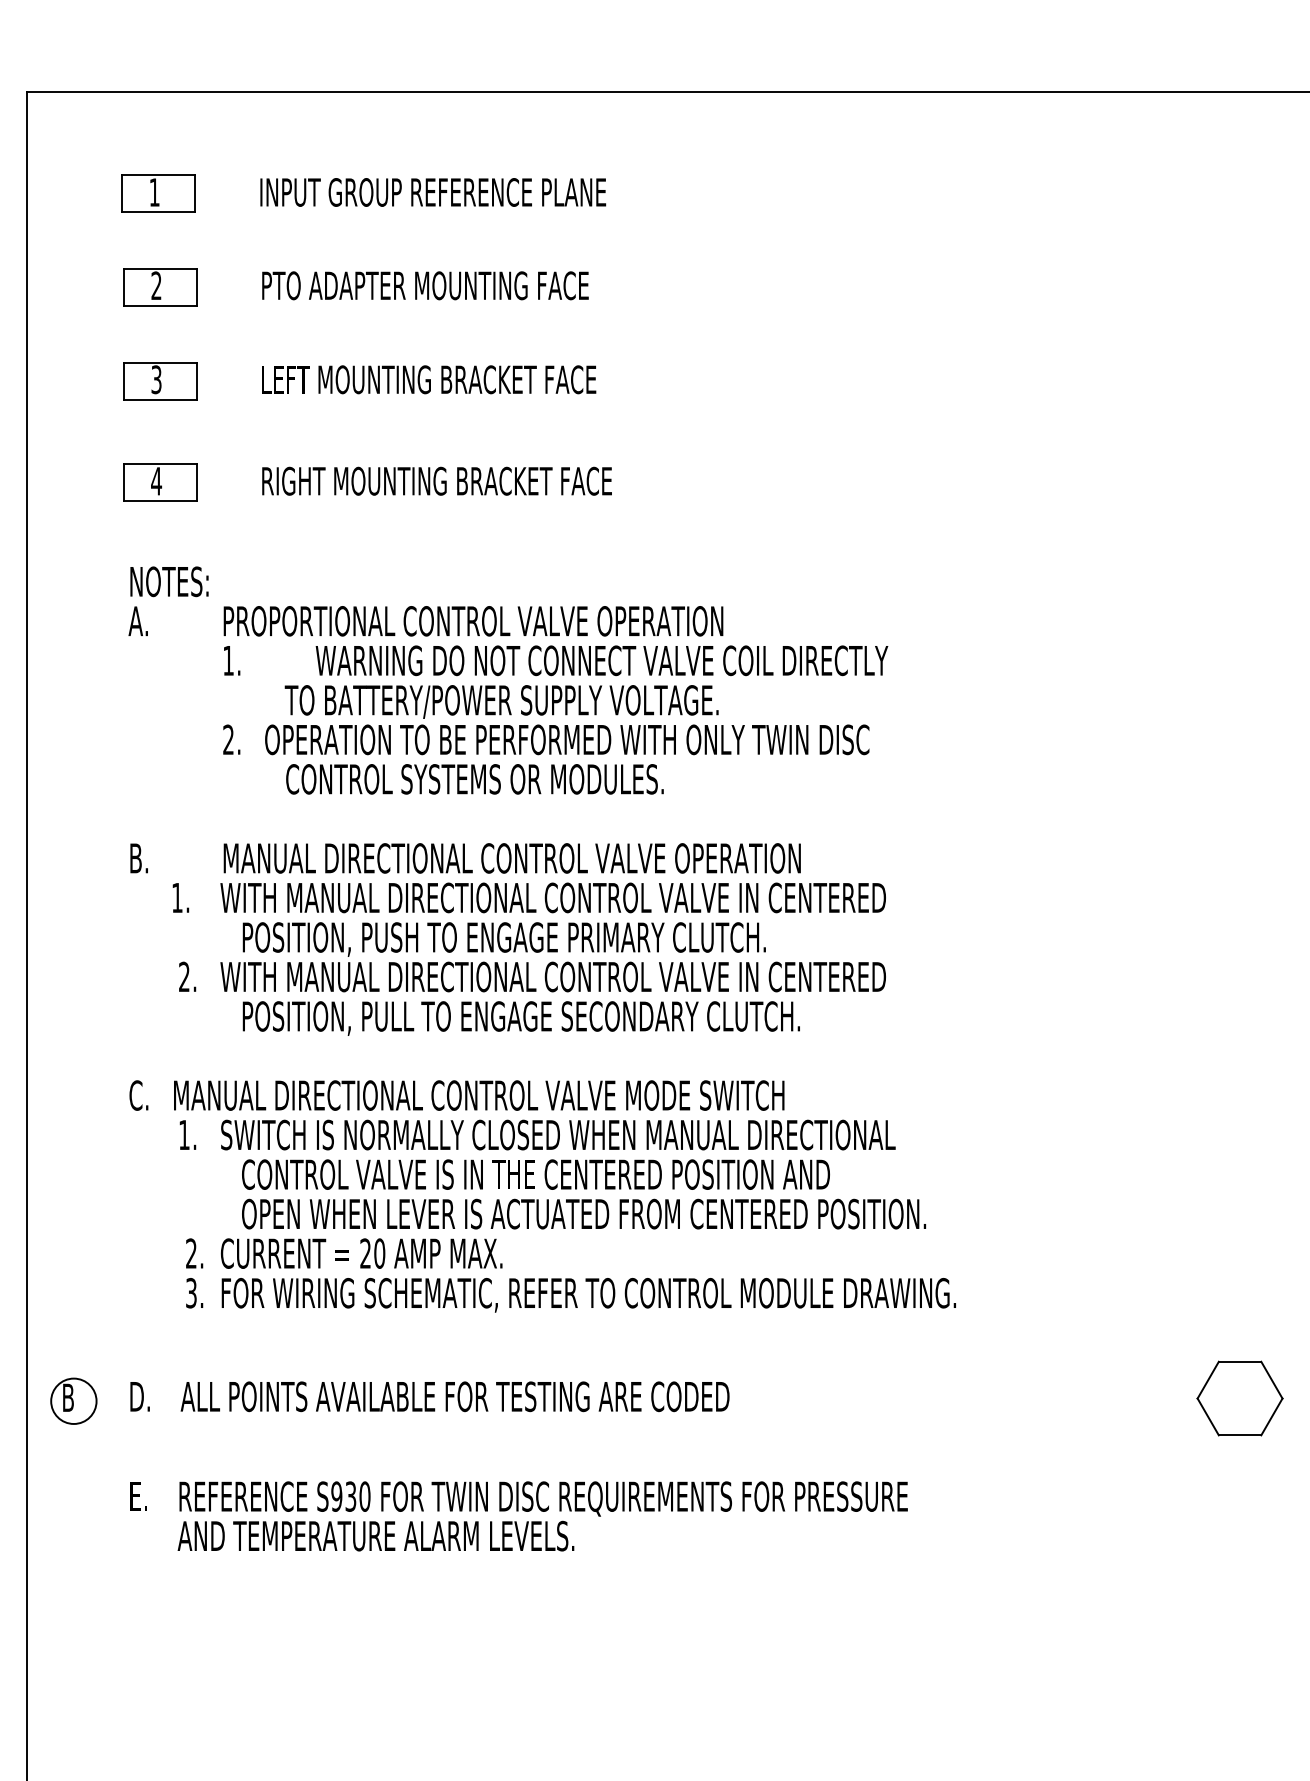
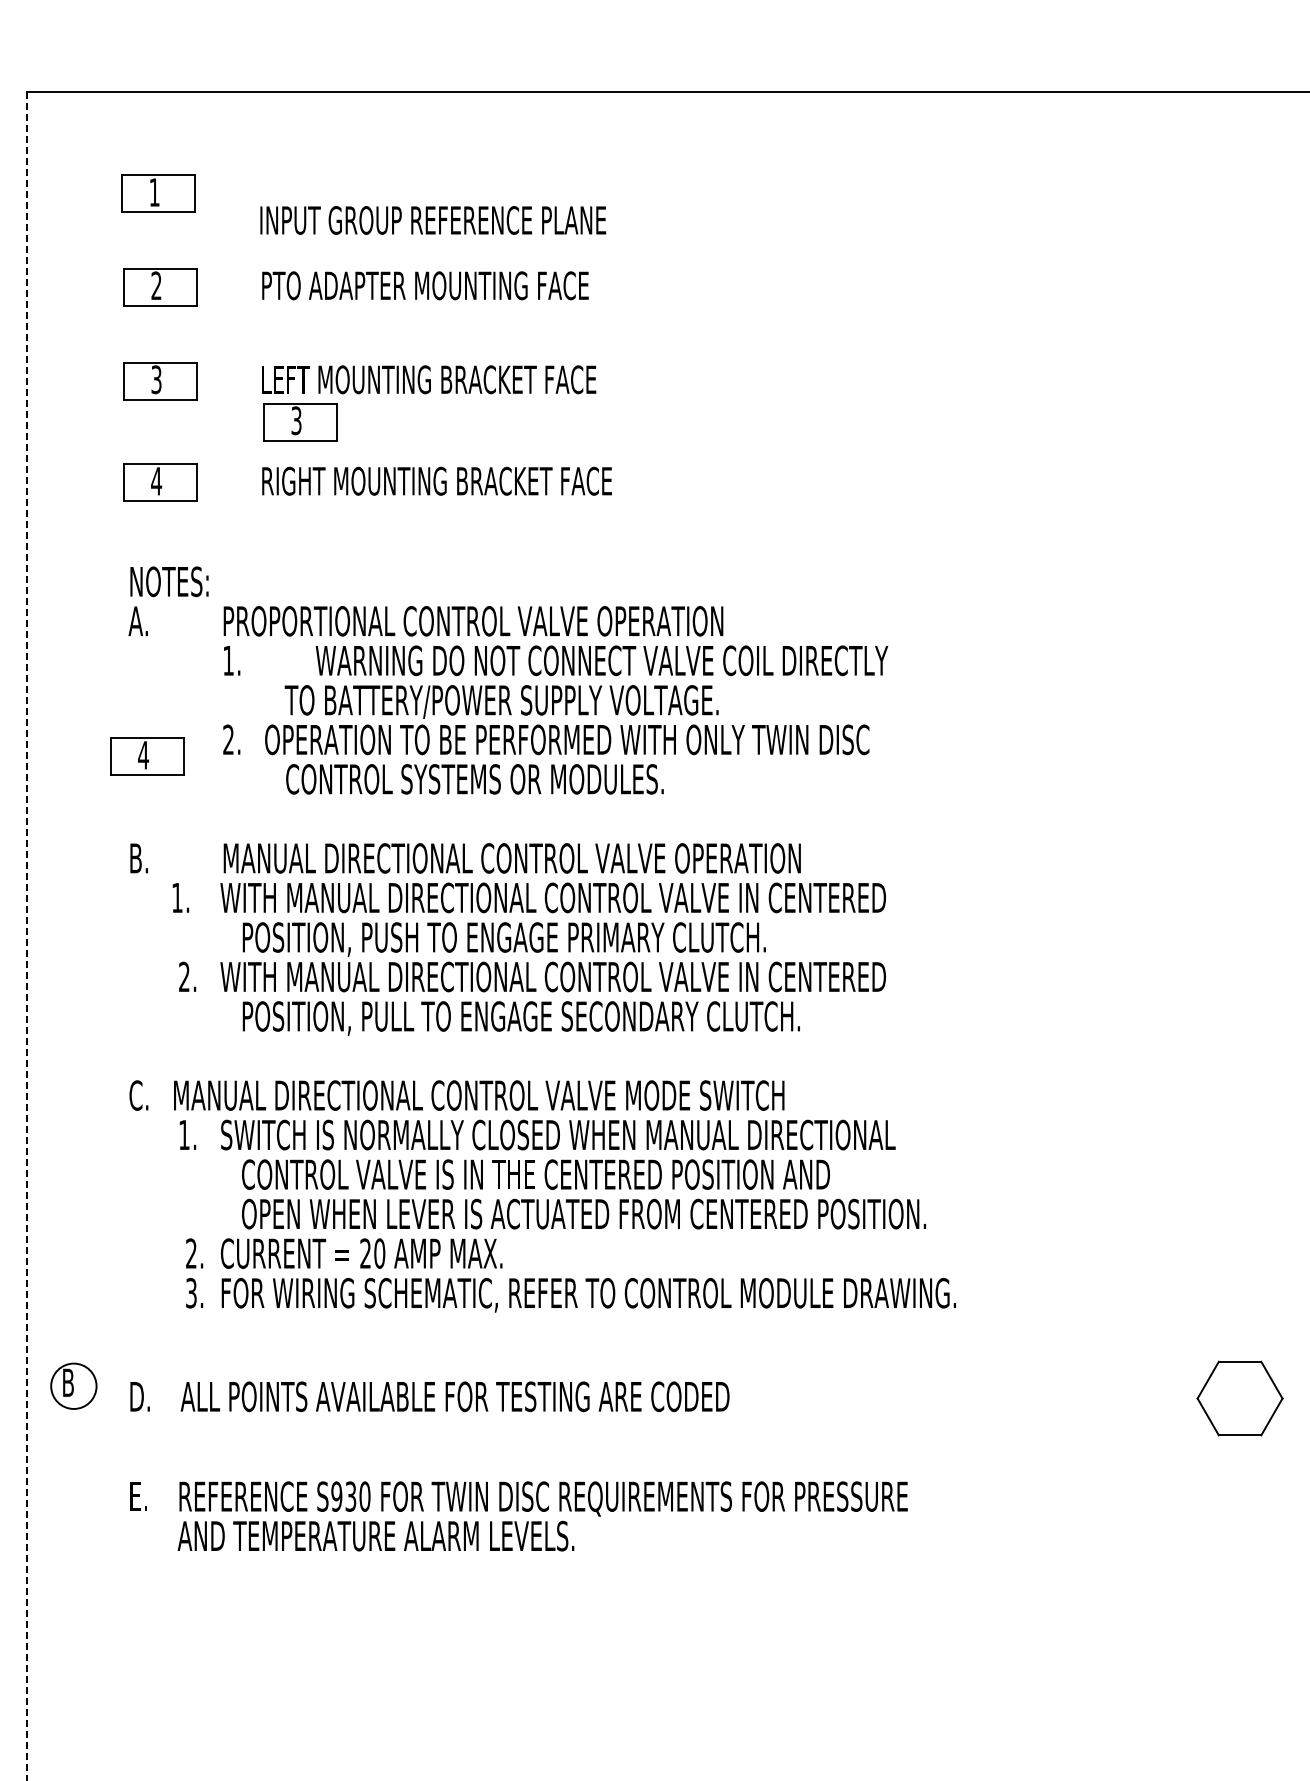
text at (433, 192) position: (433, 192) -> (433, 220)
part at (300, 422): none -> present
part at (147, 756): none -> present
line at (27, 937): solid -> dashed
part at (73, 1400) position: (73, 1400) -> (73, 1385)
